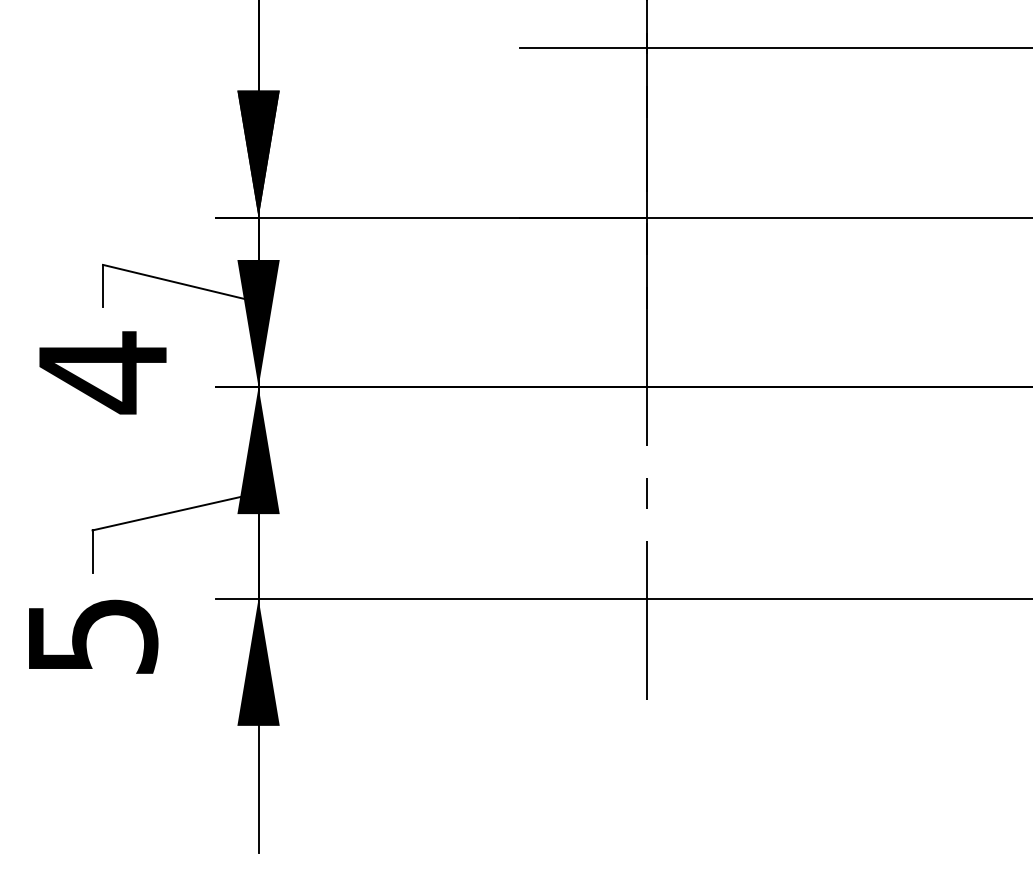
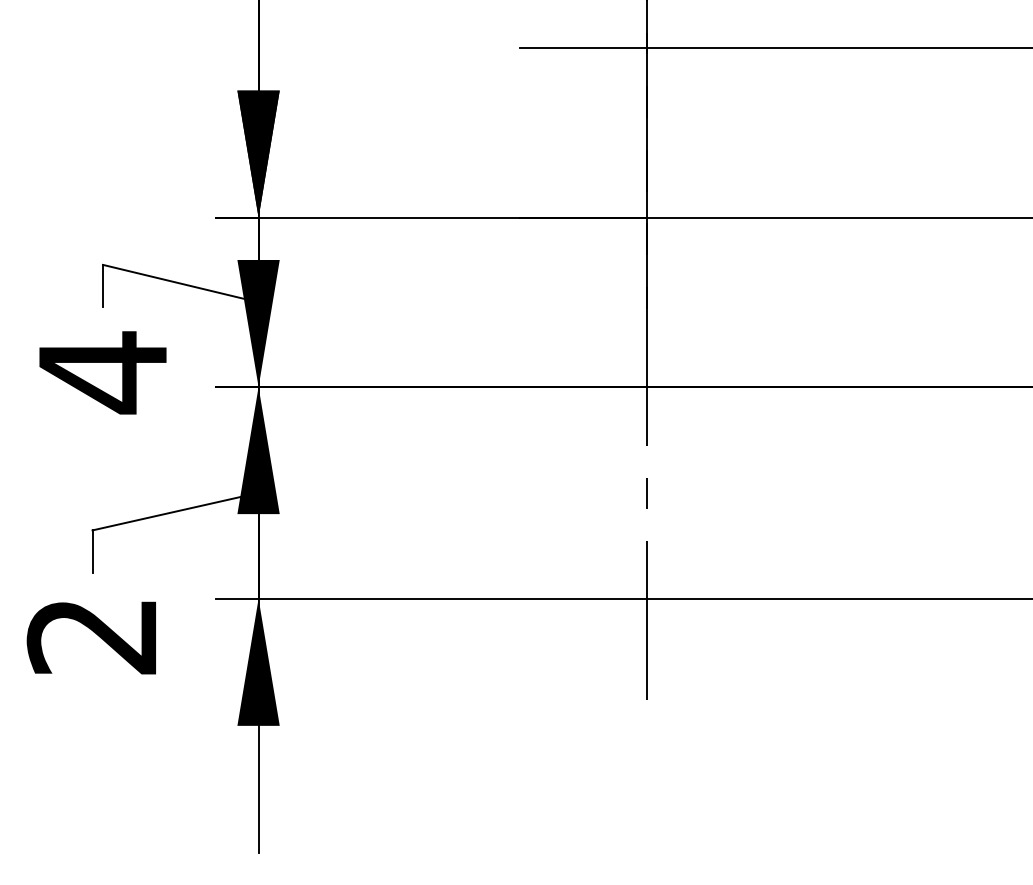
text at (92, 636): 5 -> 2
